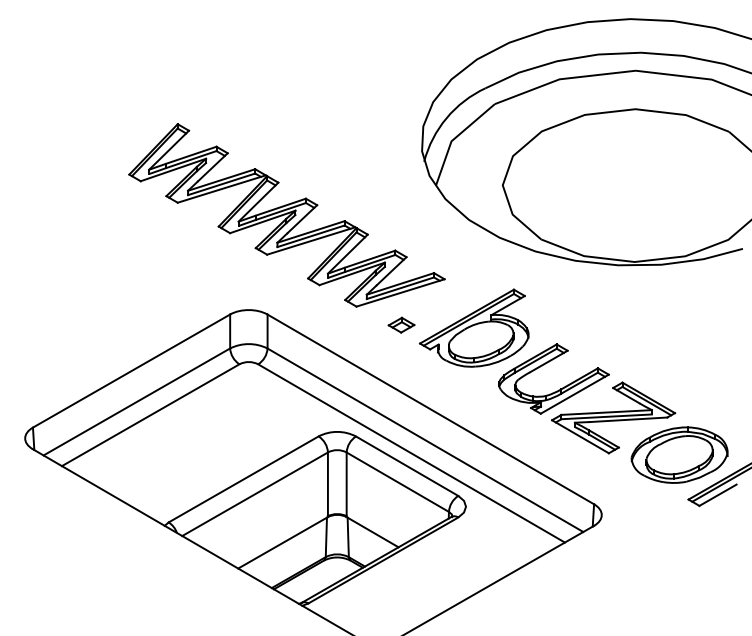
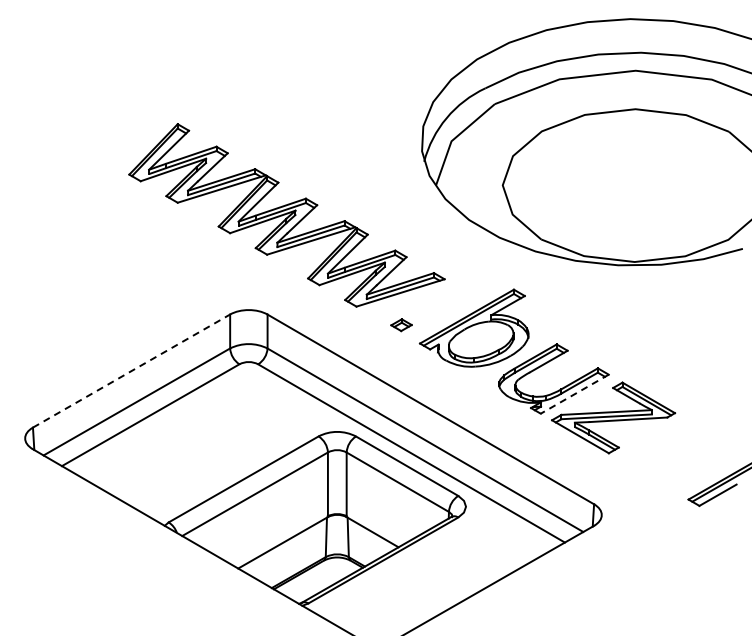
part at (401, 324) size: 29x18 px -> 23x15 px
line at (131, 371): solid -> dashed
line at (574, 394): solid -> dashed
part at (679, 454): present -> none
